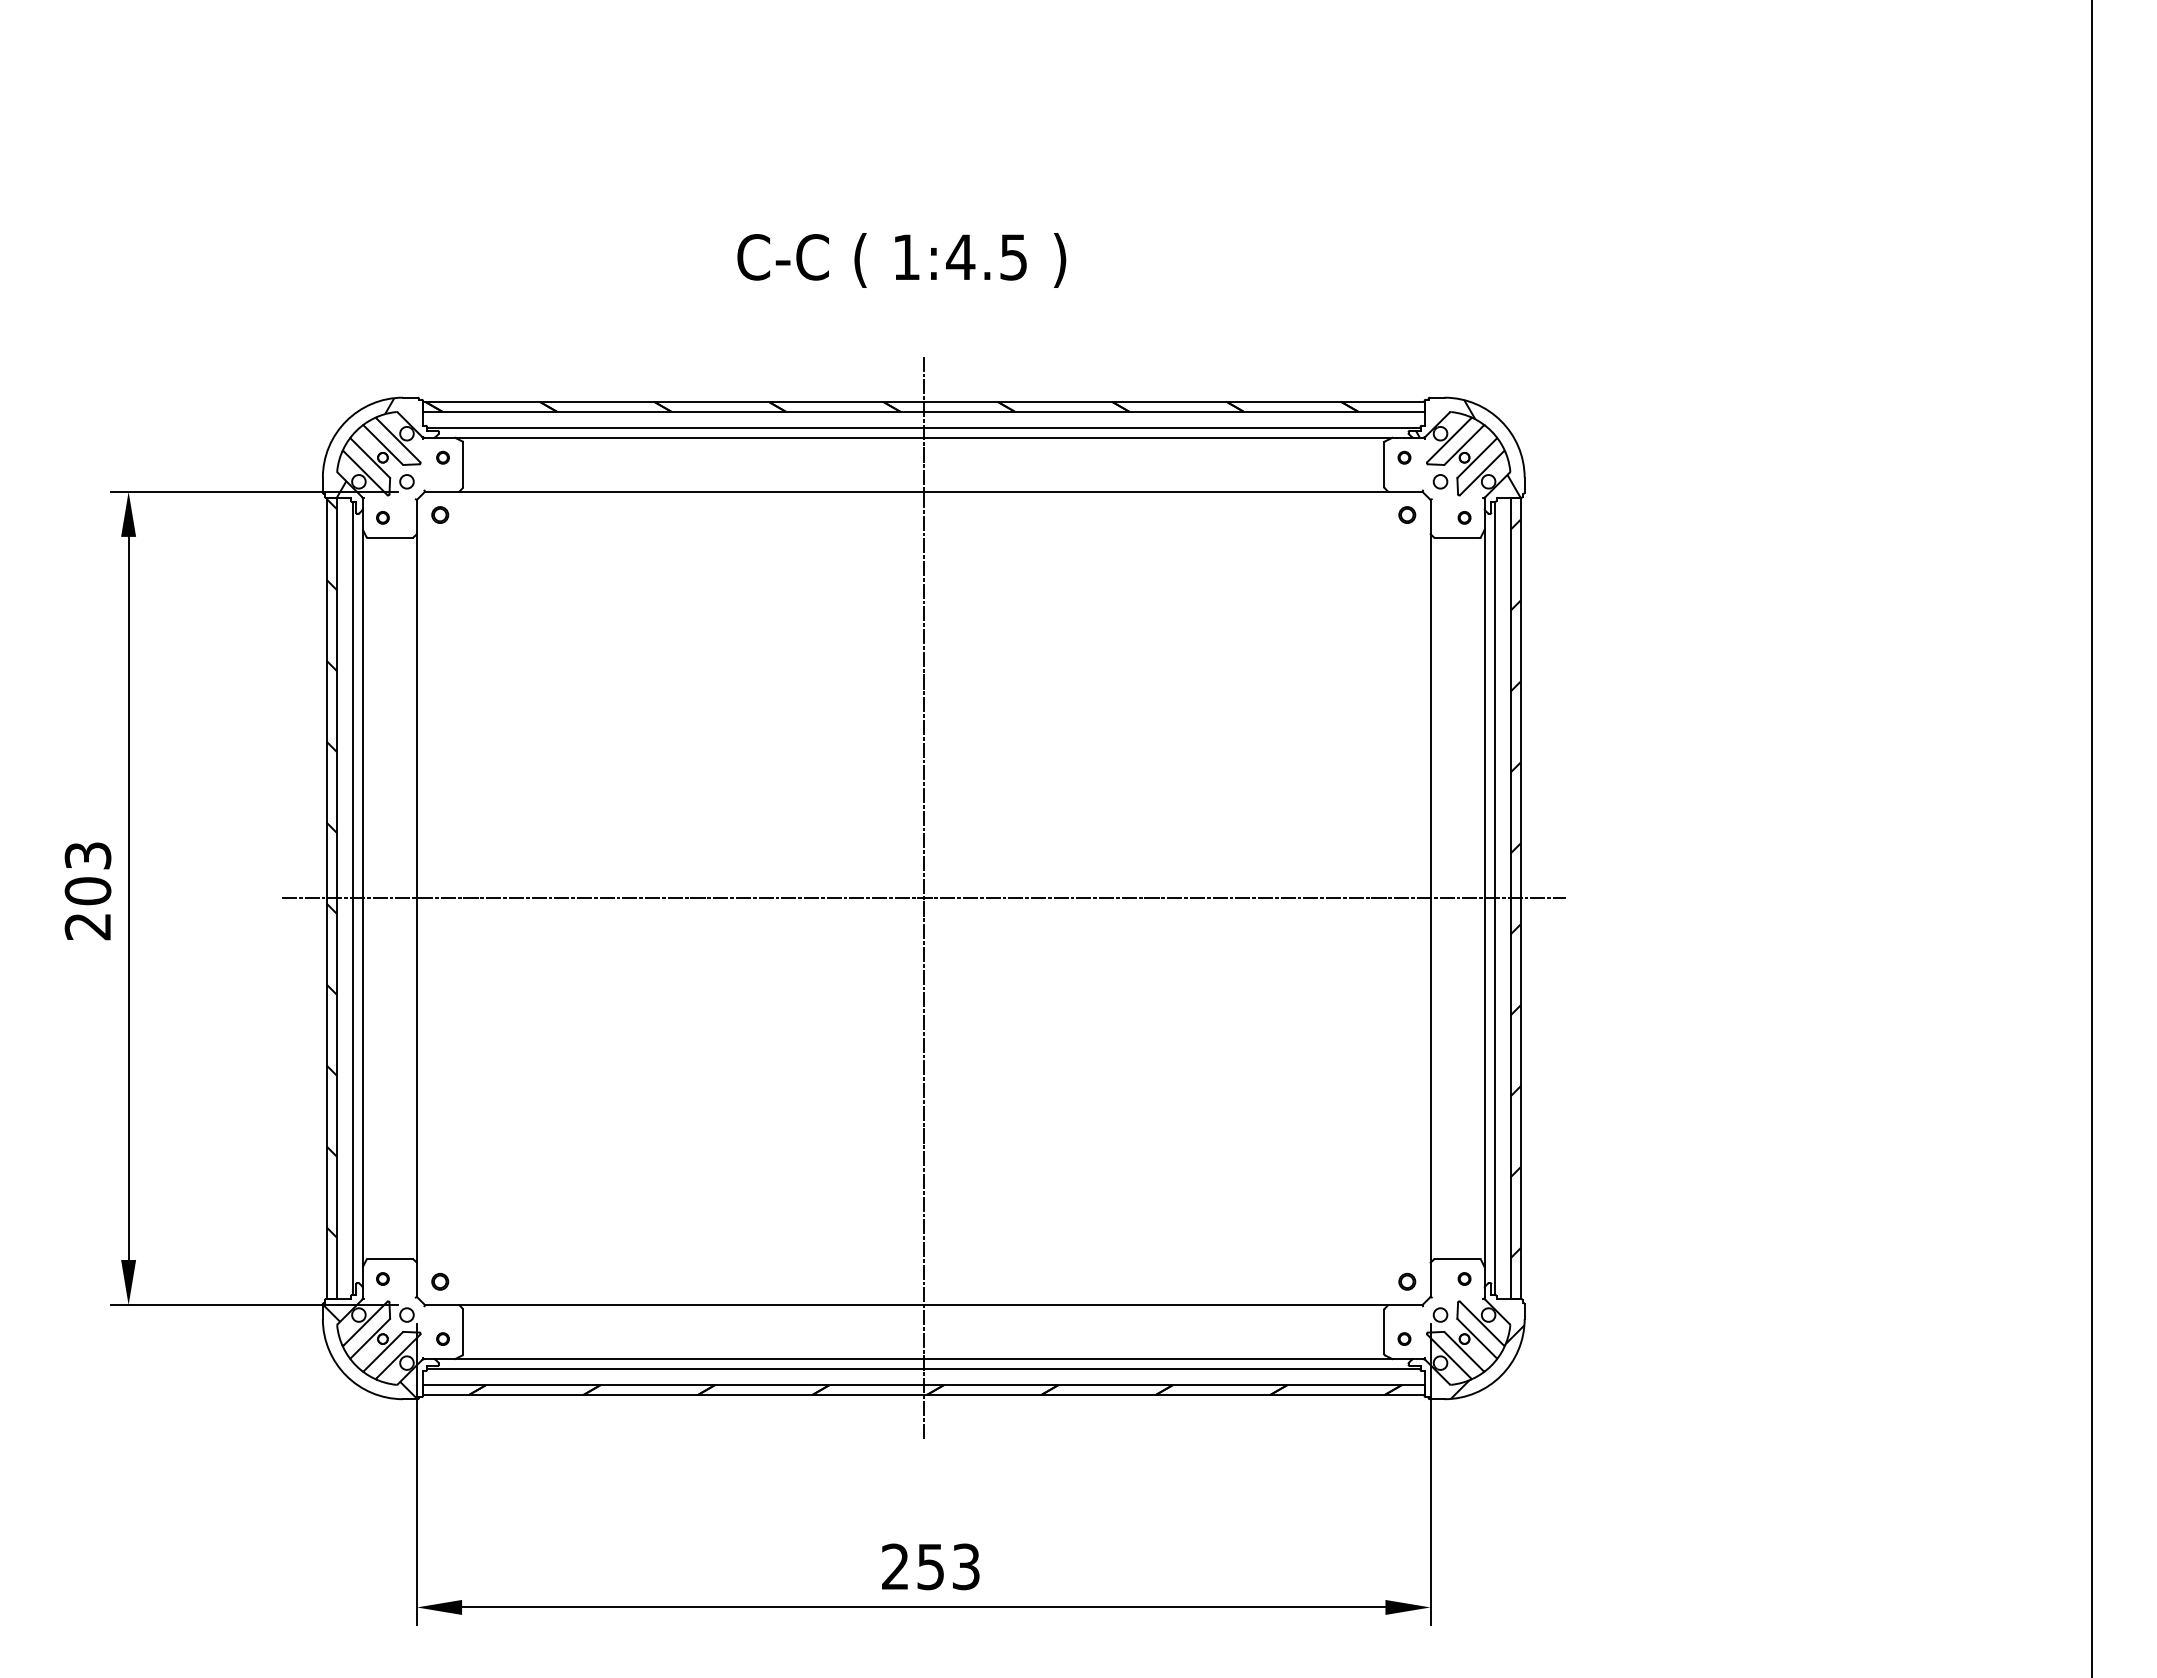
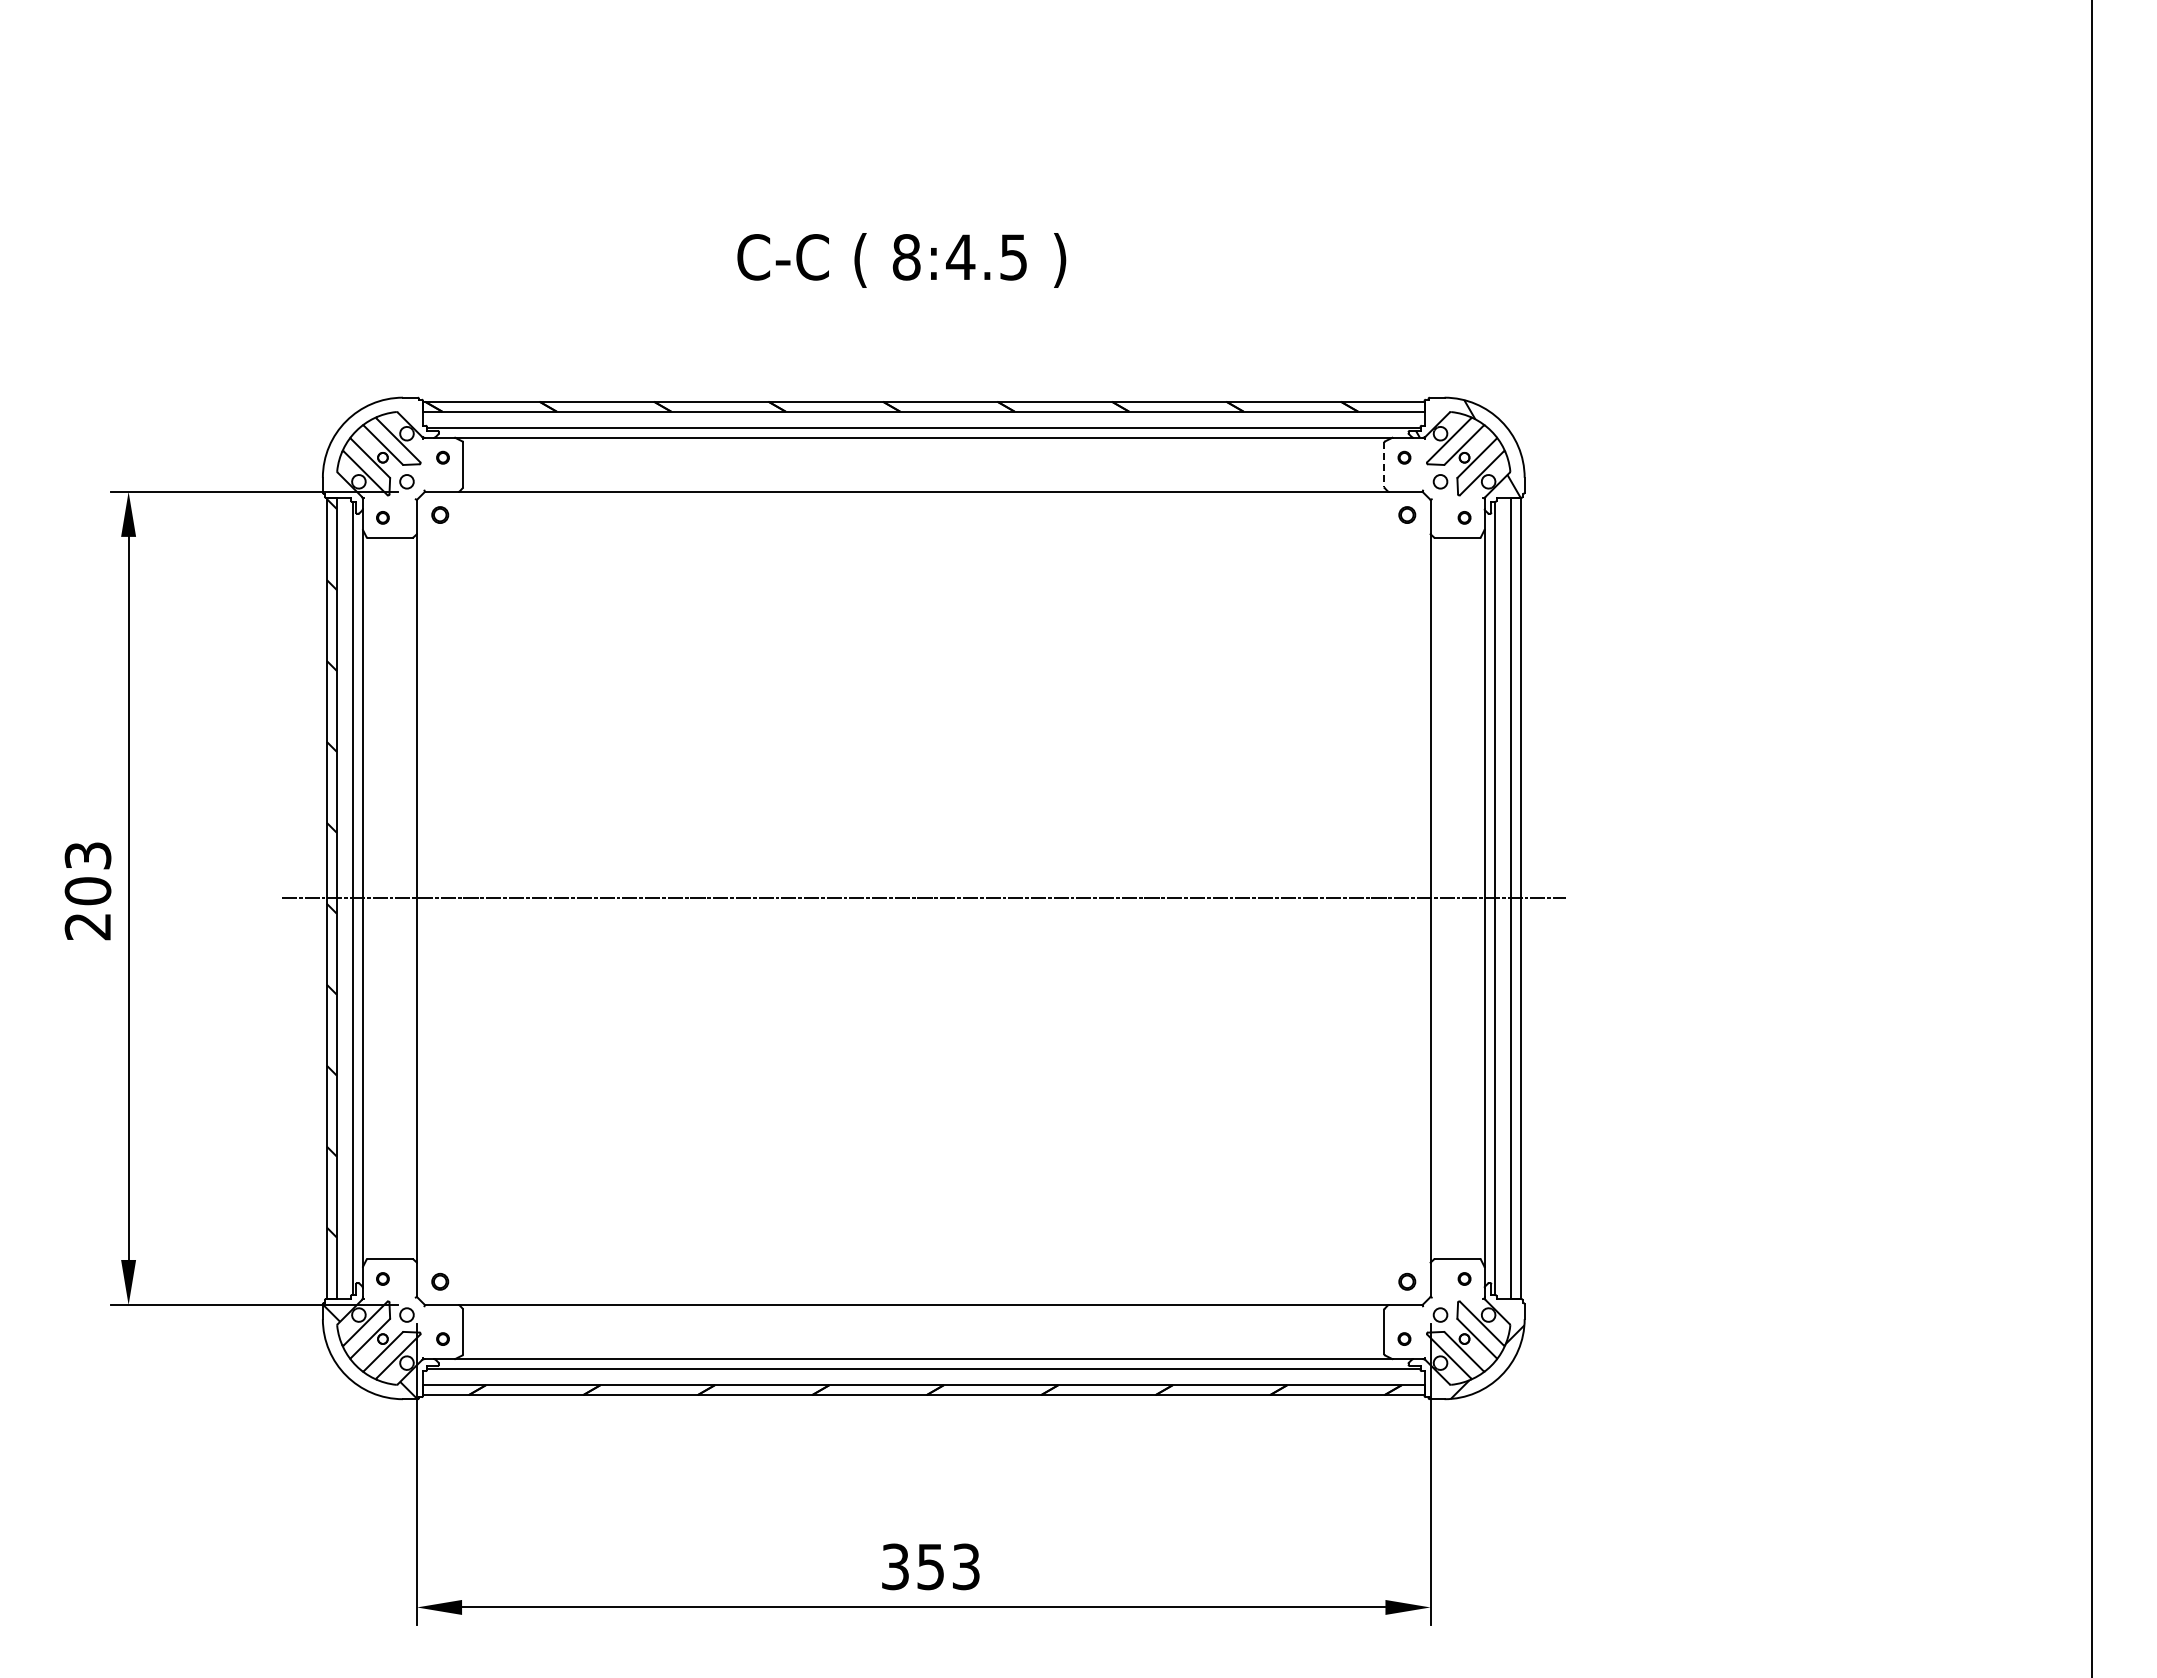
text at (906, 257): 1:4.5 -> 8:4.5
hatch at (365, 447): present -> none
line at (1384, 465): solid -> dashed
hatch at (1515, 888): present -> none
line at (923, 898): present -> none
text at (895, 1566): 253 -> 353
